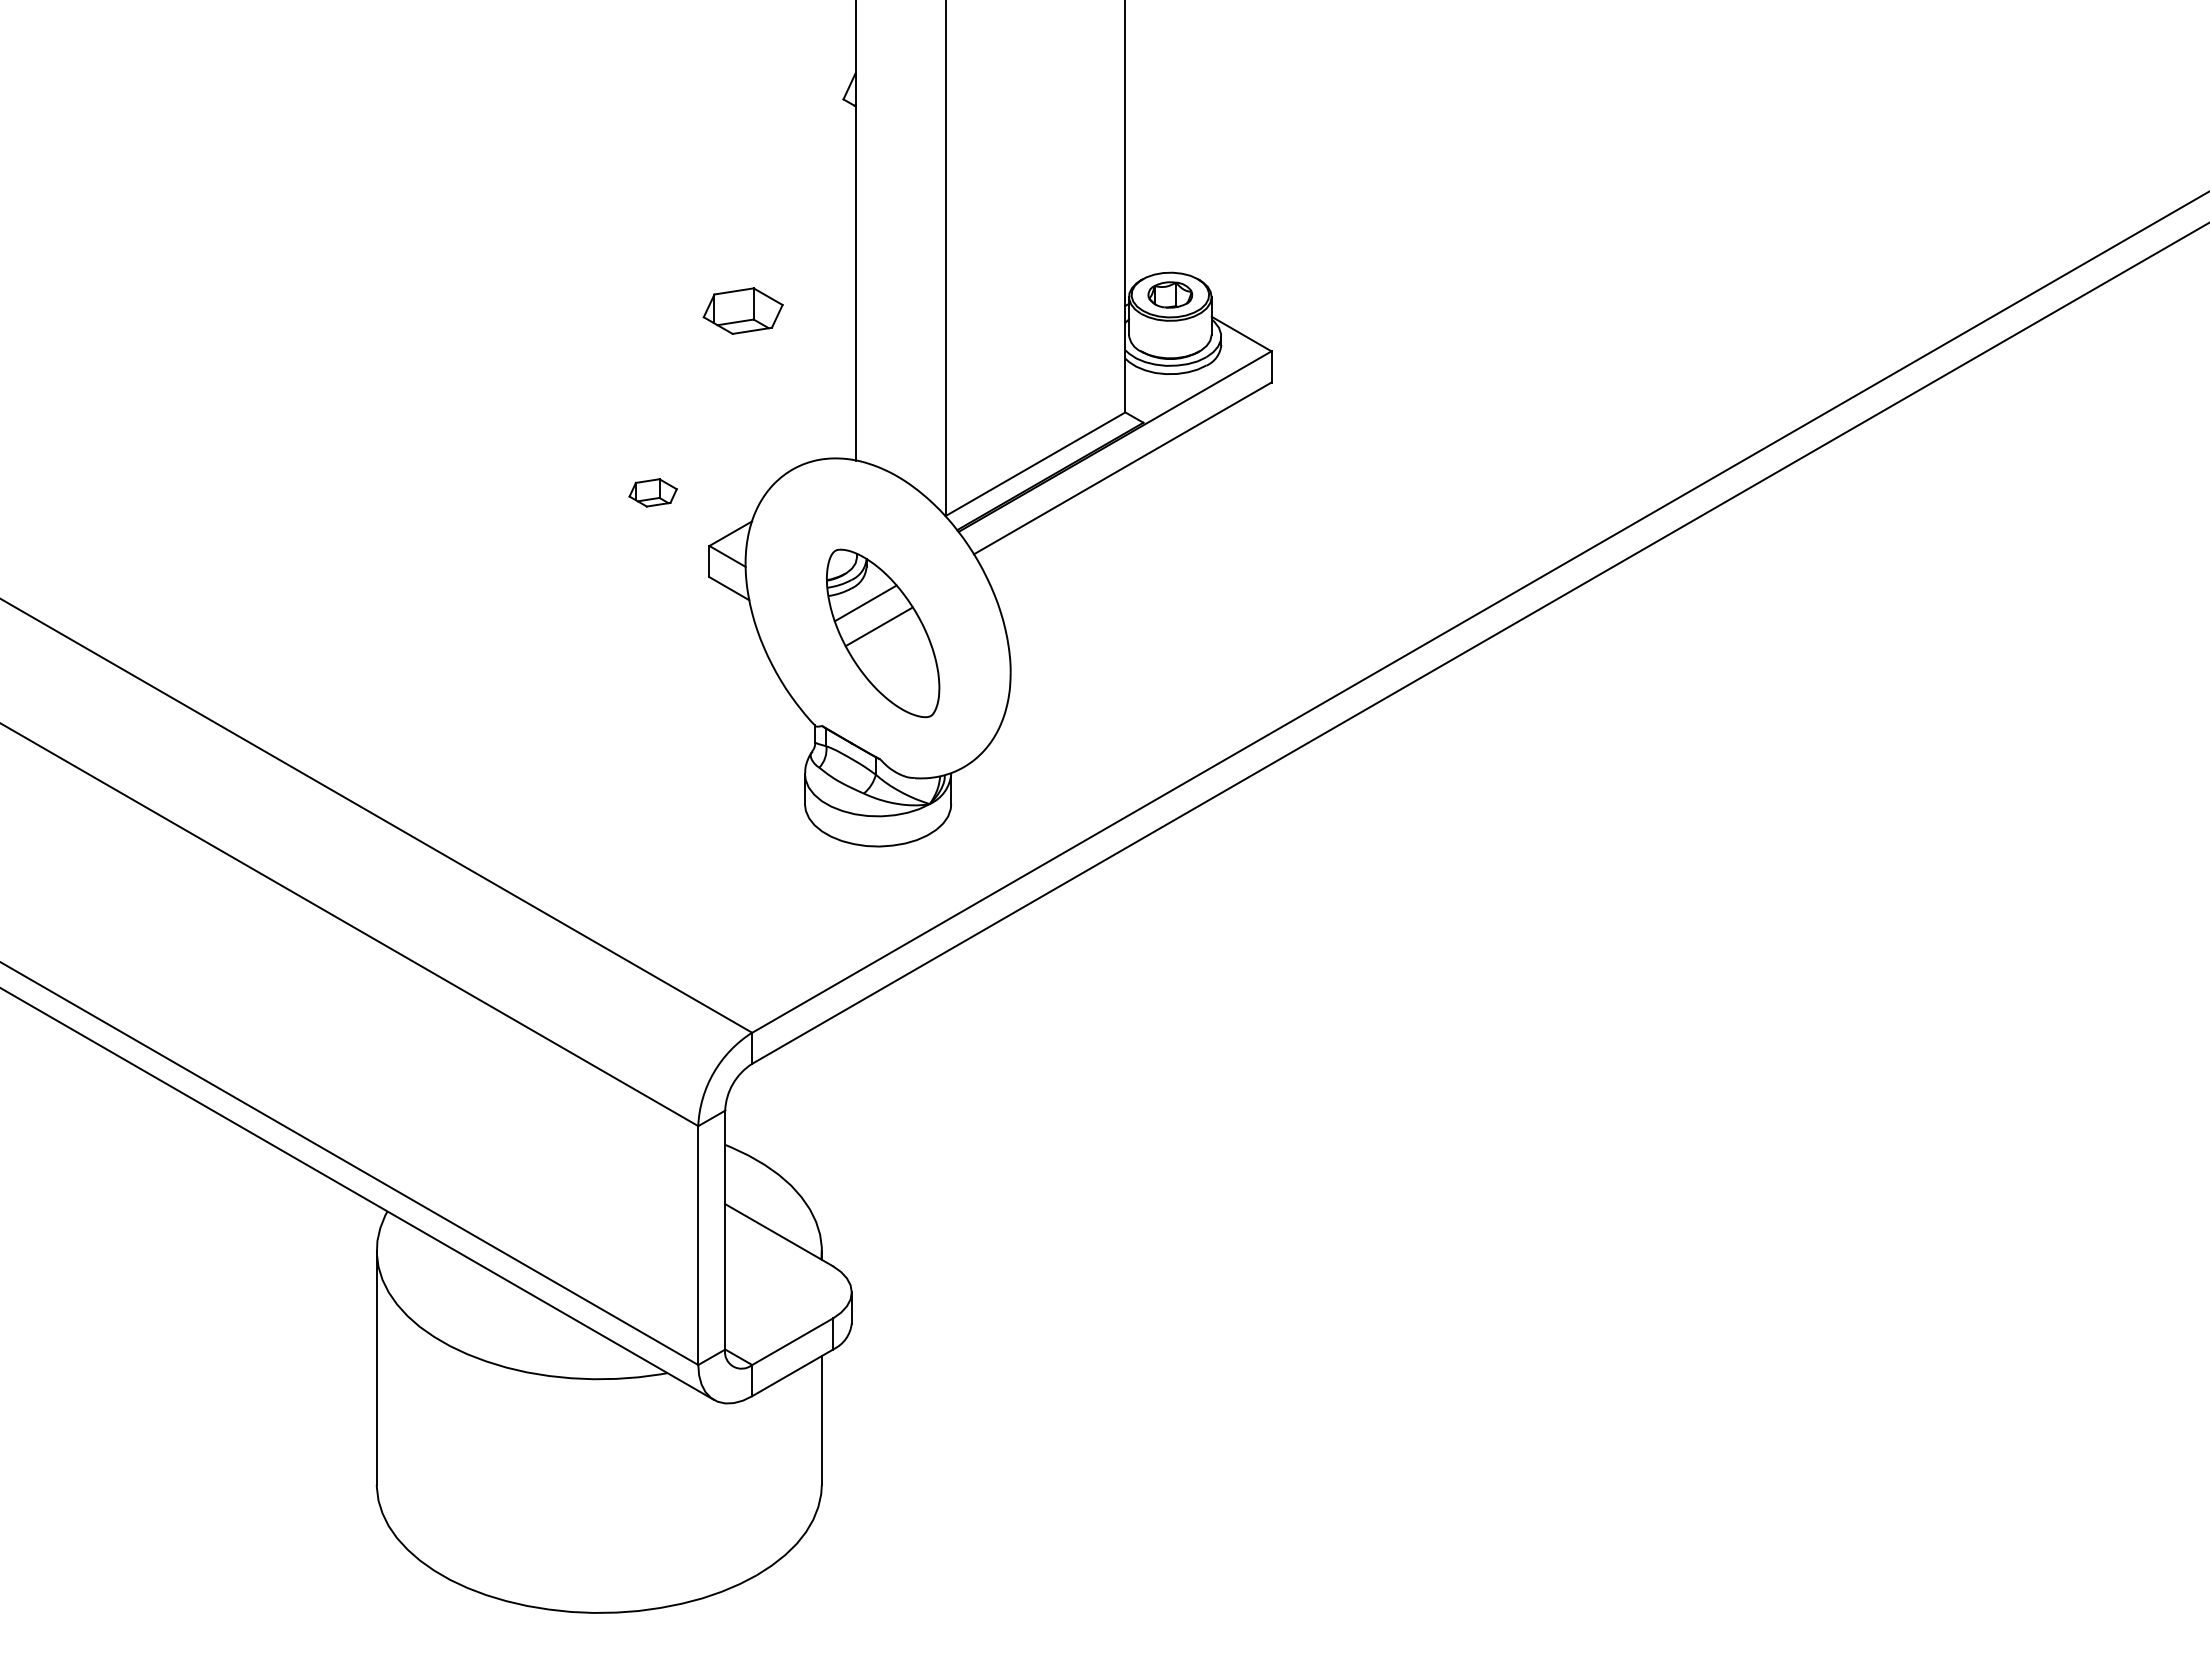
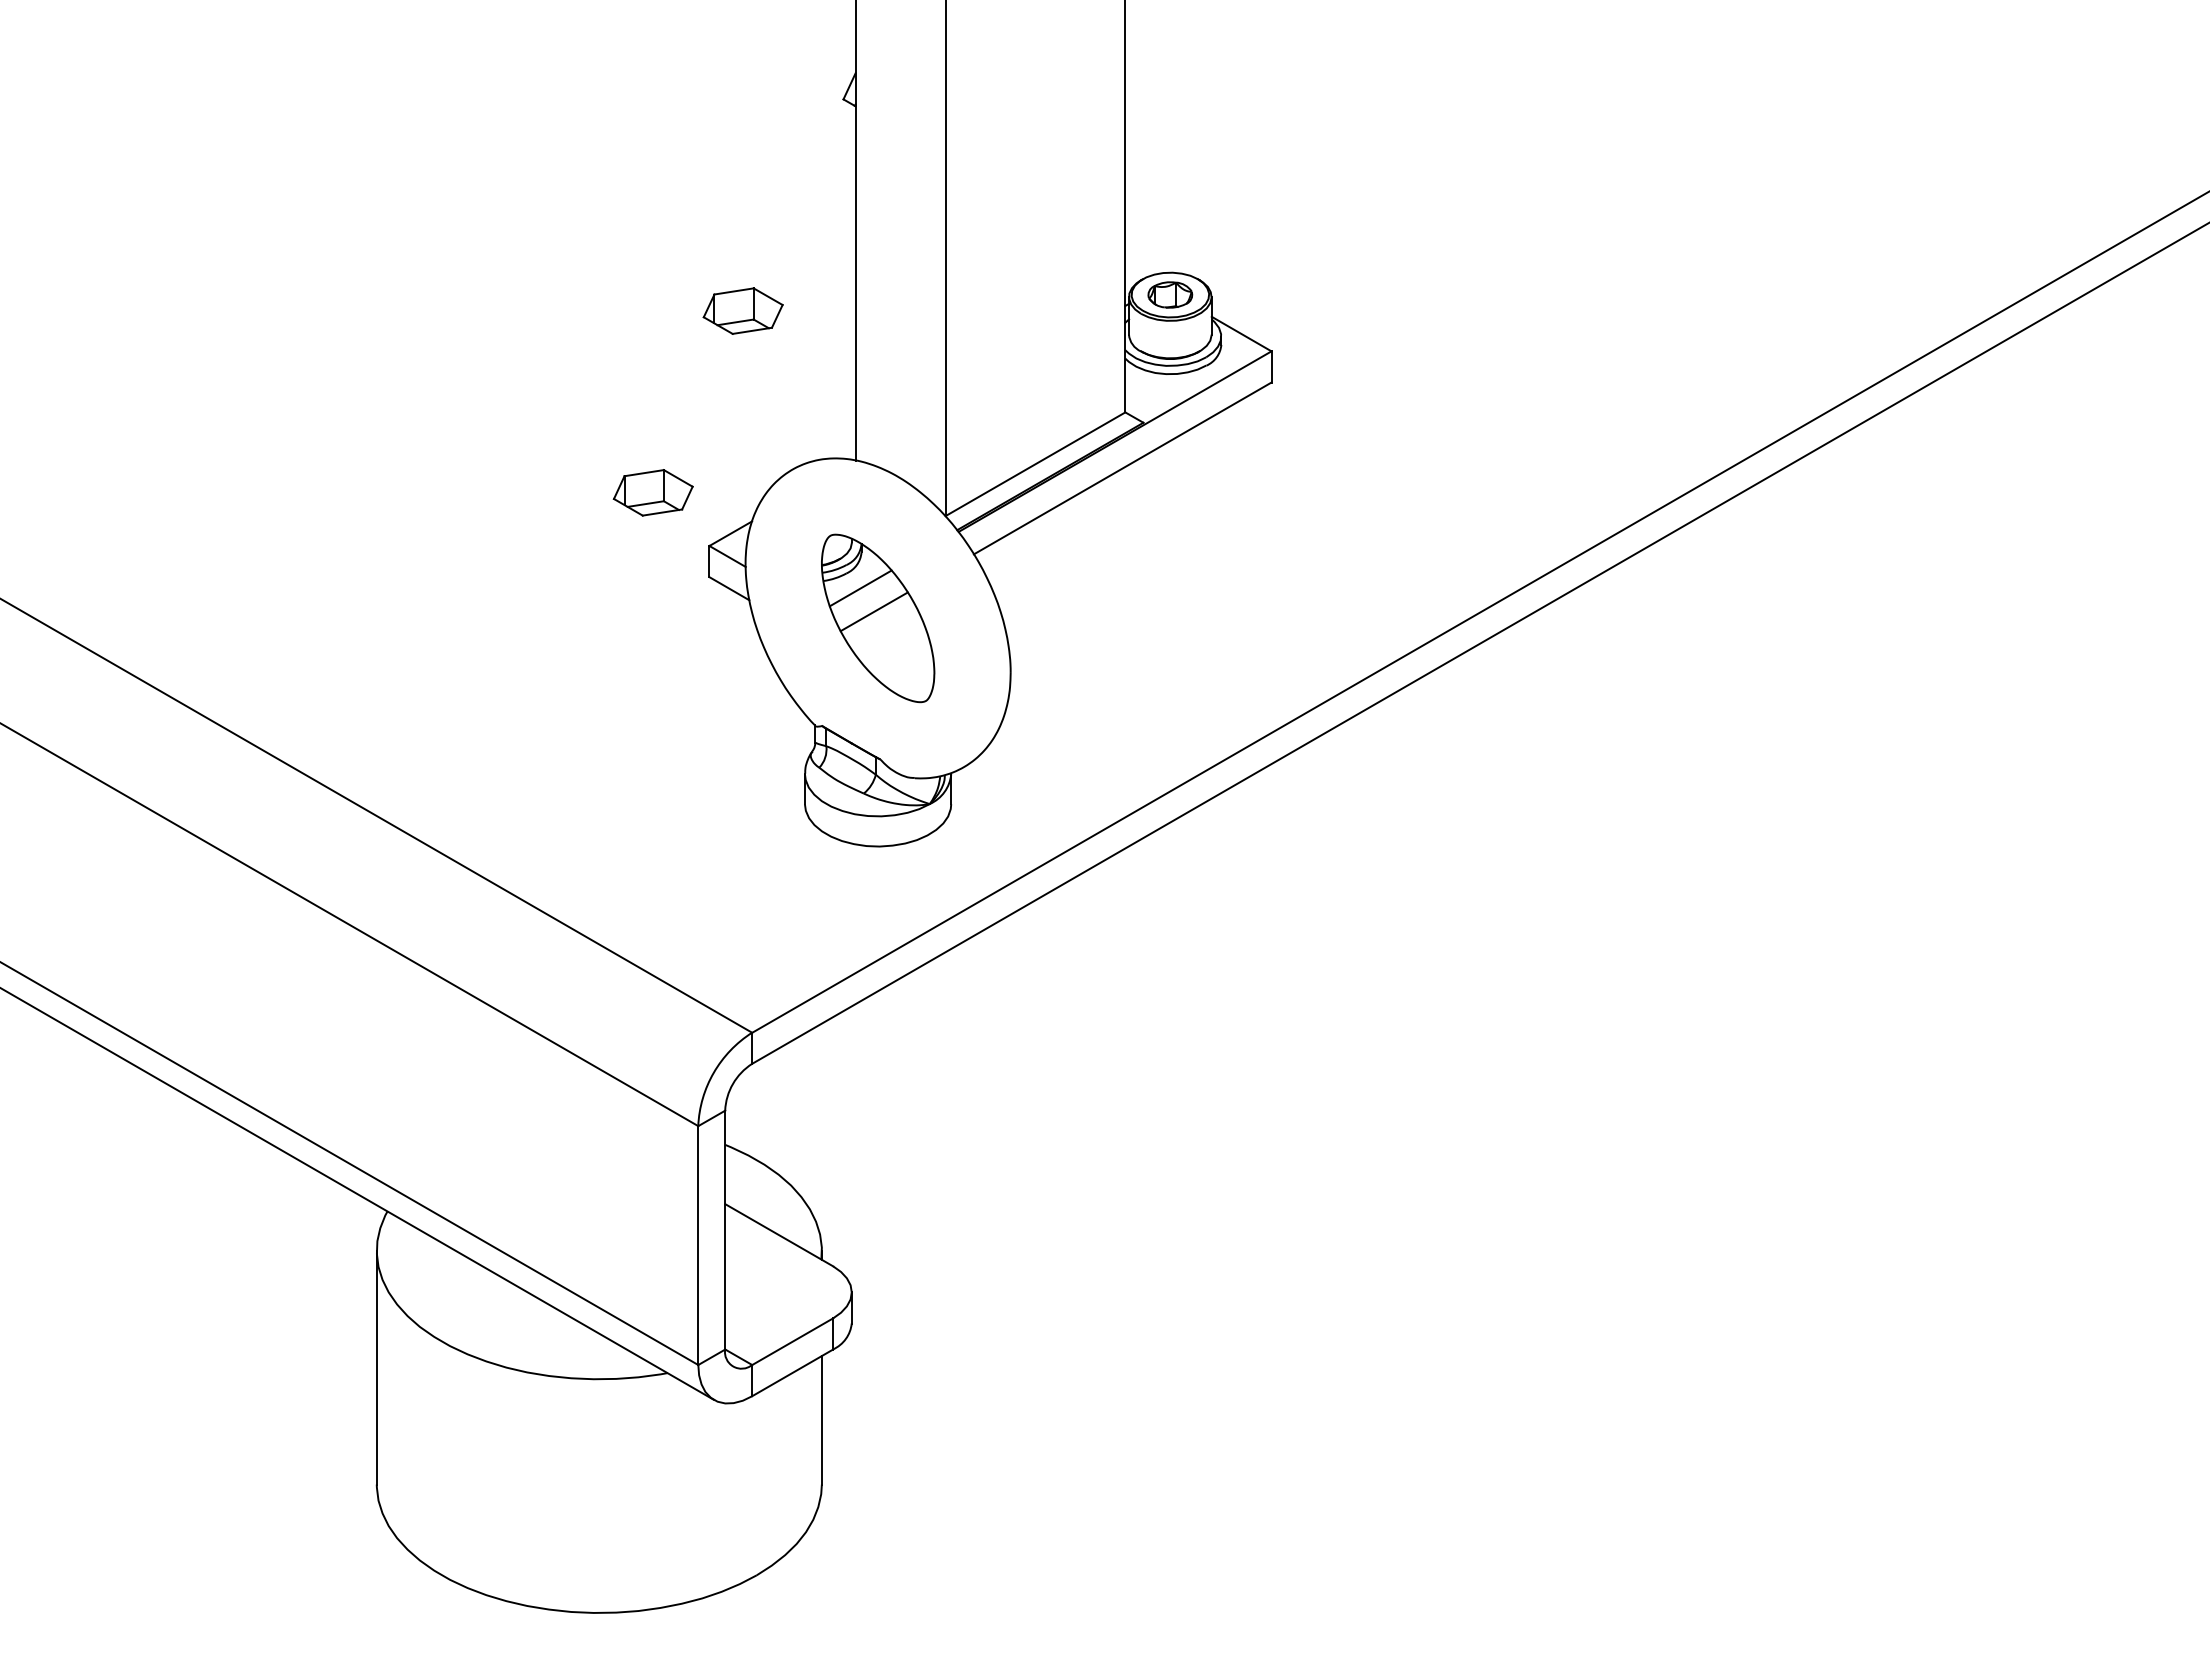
part at (652, 492) size: 50x30 px -> 82x48 px
part at (883, 633) position: (883, 633) -> (878, 618)
